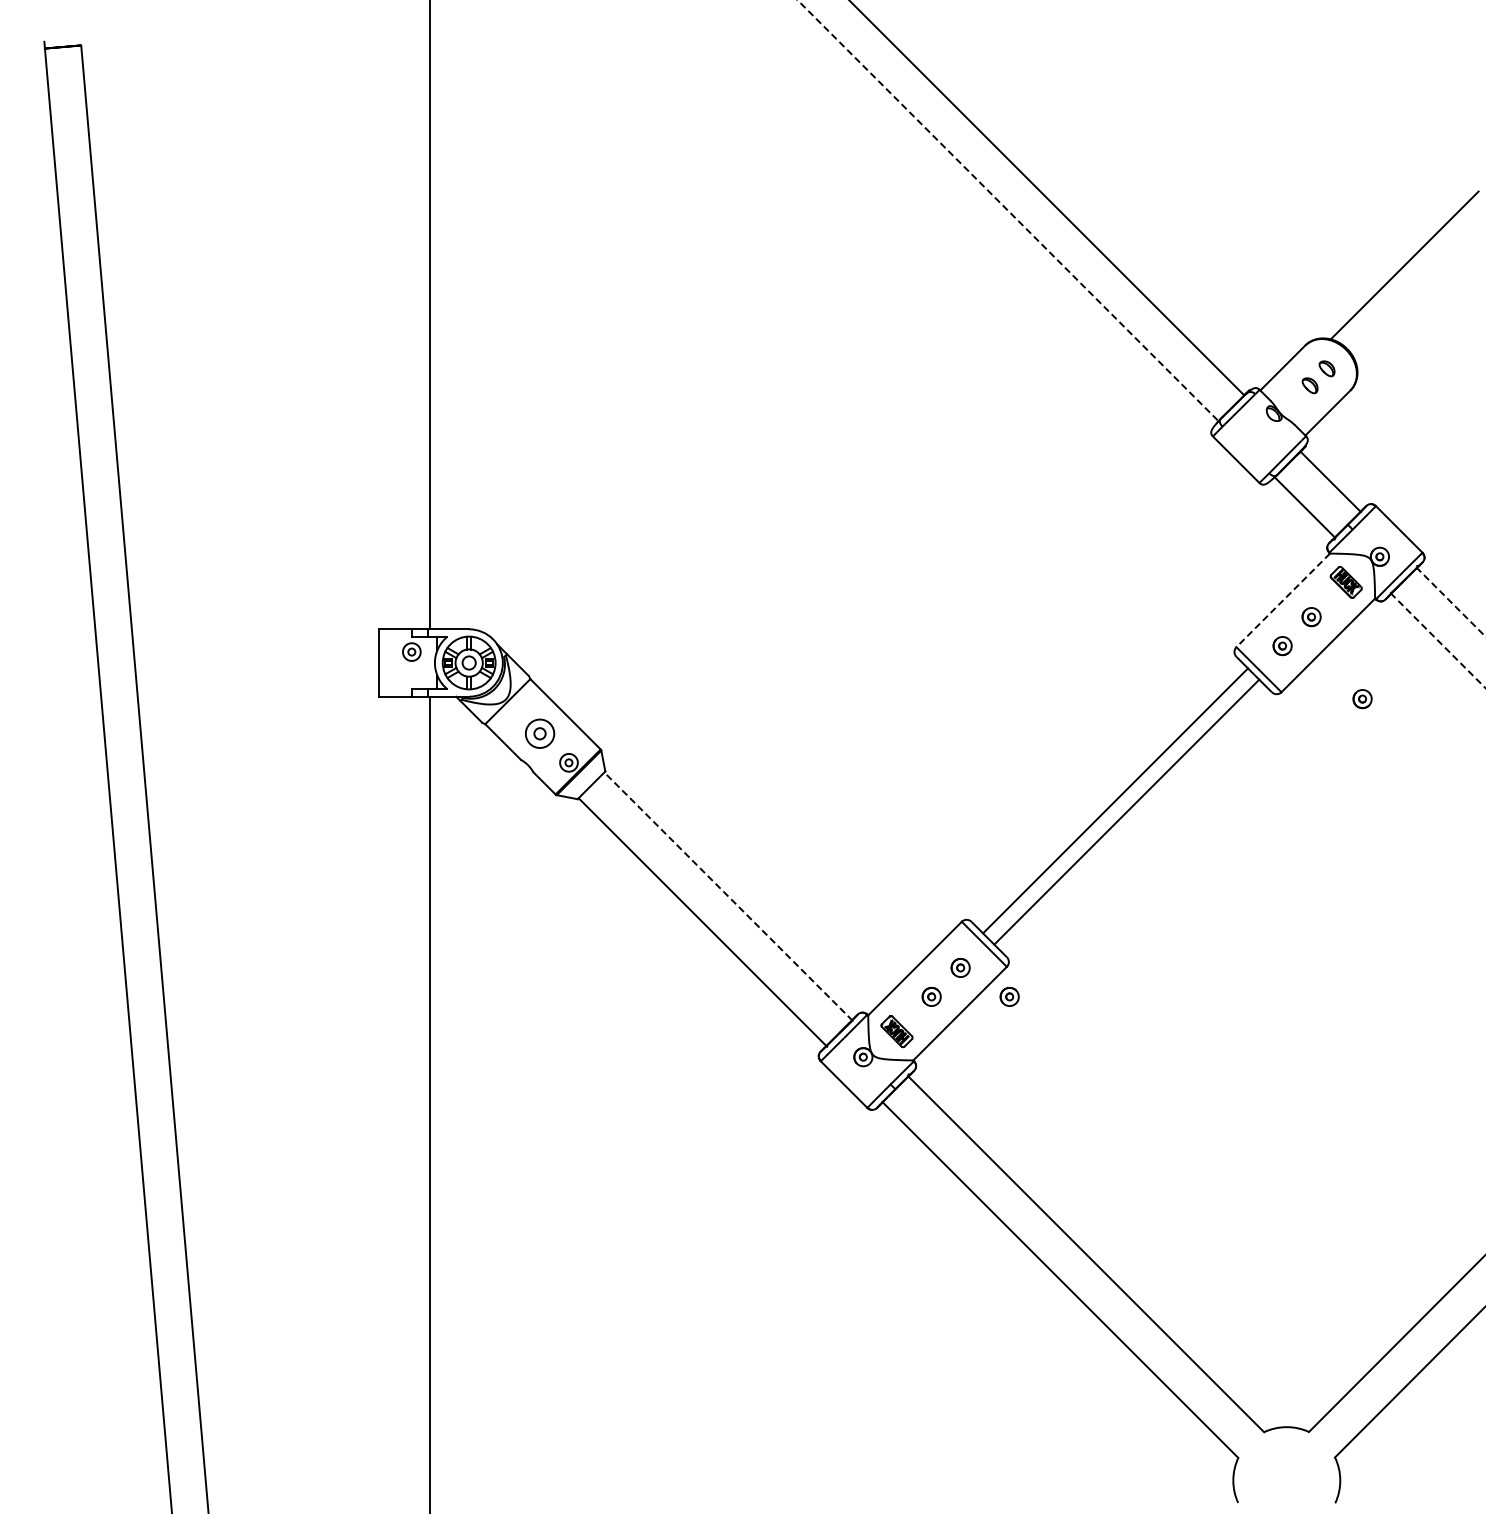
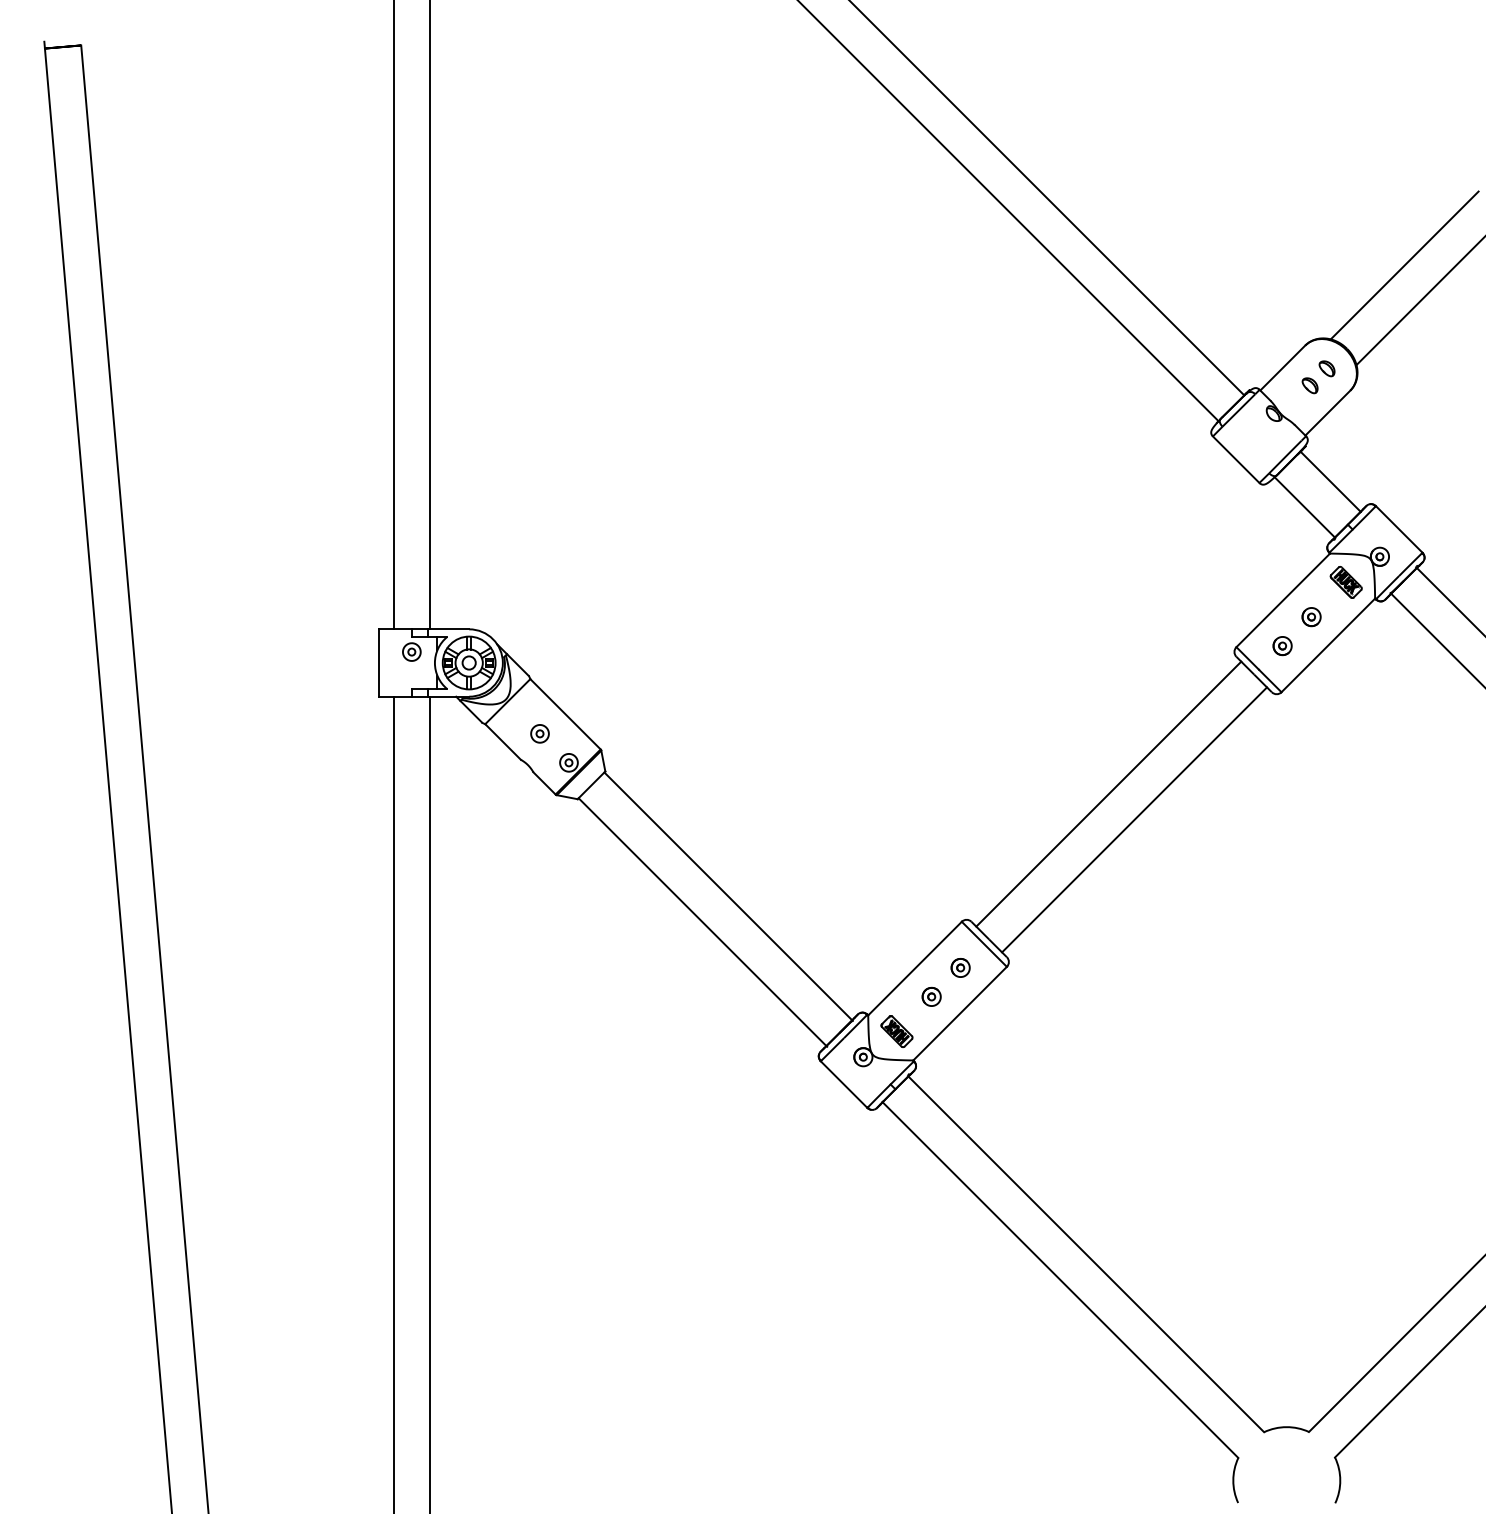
line at (1008, 210): dashed -> solid
line at (1419, 302): none -> present
line at (393, 315): none -> present
line at (1282, 600): dashed -> solid
line at (1450, 601): dashed -> solid
line at (1438, 641): dashed -> solid
part at (1362, 699): present -> none
part at (540, 733) size: 31x31 px -> 20x20 px
line at (1115, 800) position: (1115, 800) -> (1134, 819)
line at (1126, 811) position: (1126, 811) -> (1108, 793)
line at (728, 896): dashed -> solid
part at (1009, 996): present -> none
line at (393, 1103): none -> present
